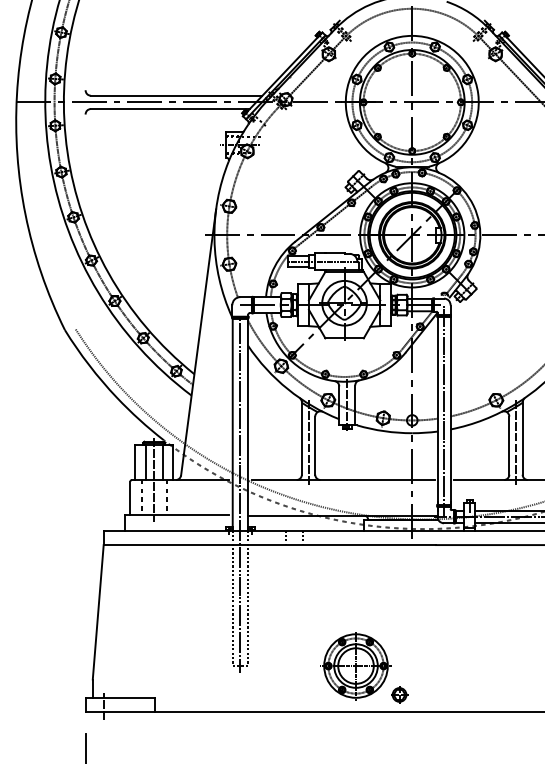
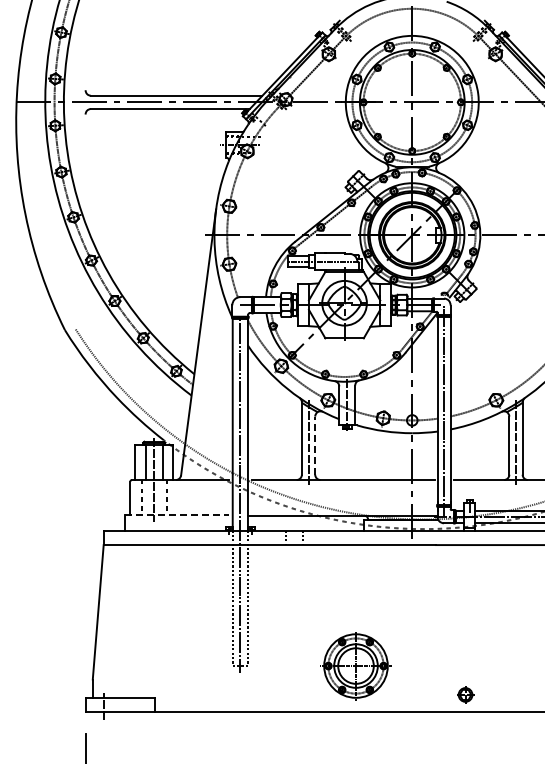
line at (315, 445): solid -> dashed
line at (177, 514): solid -> dashed
part at (399, 694) position: (399, 694) -> (465, 694)
